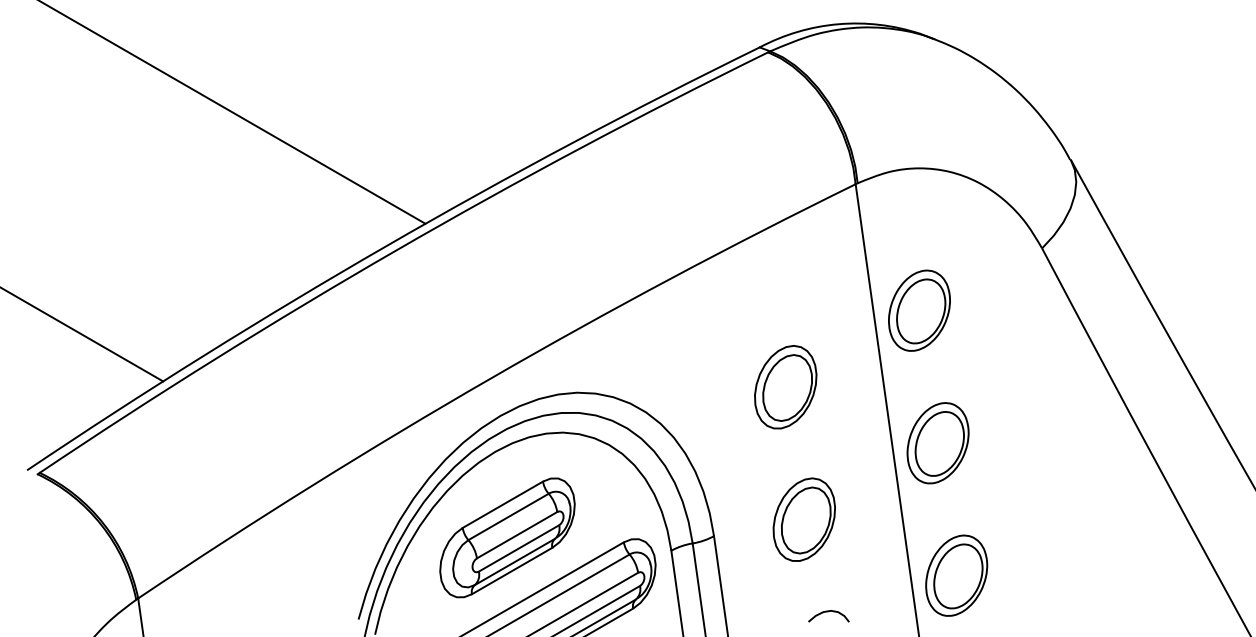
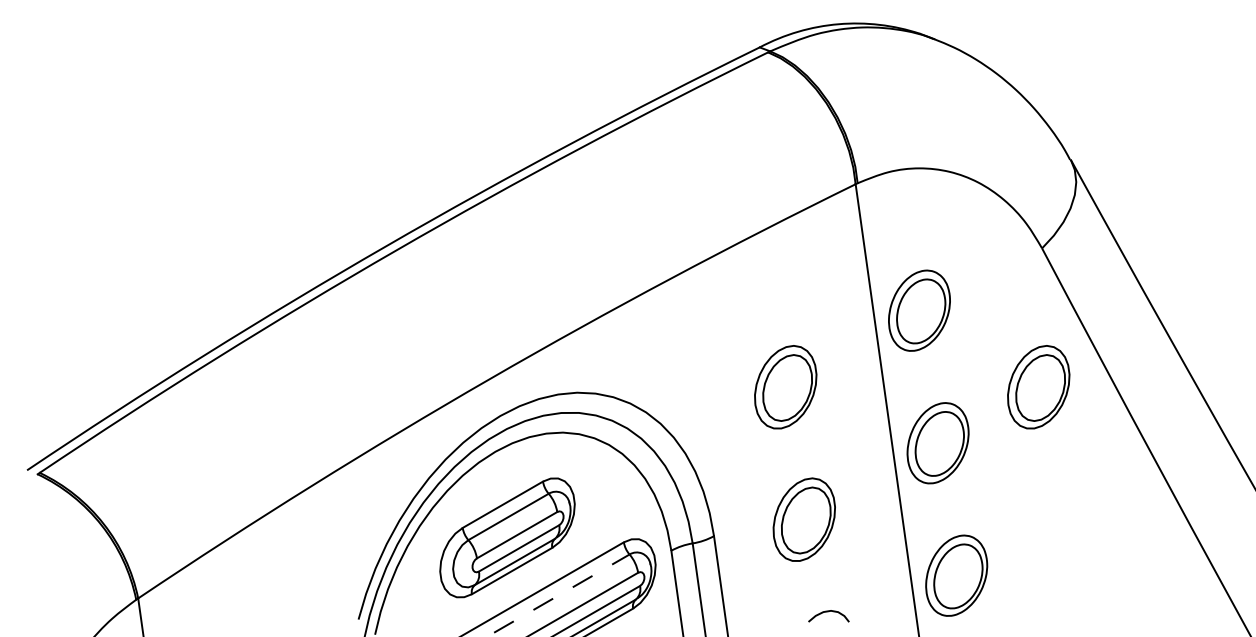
line at (233, 112): present -> none
line at (82, 334): present -> none
part at (1038, 387): none -> present
line at (558, 595): solid -> dashed
